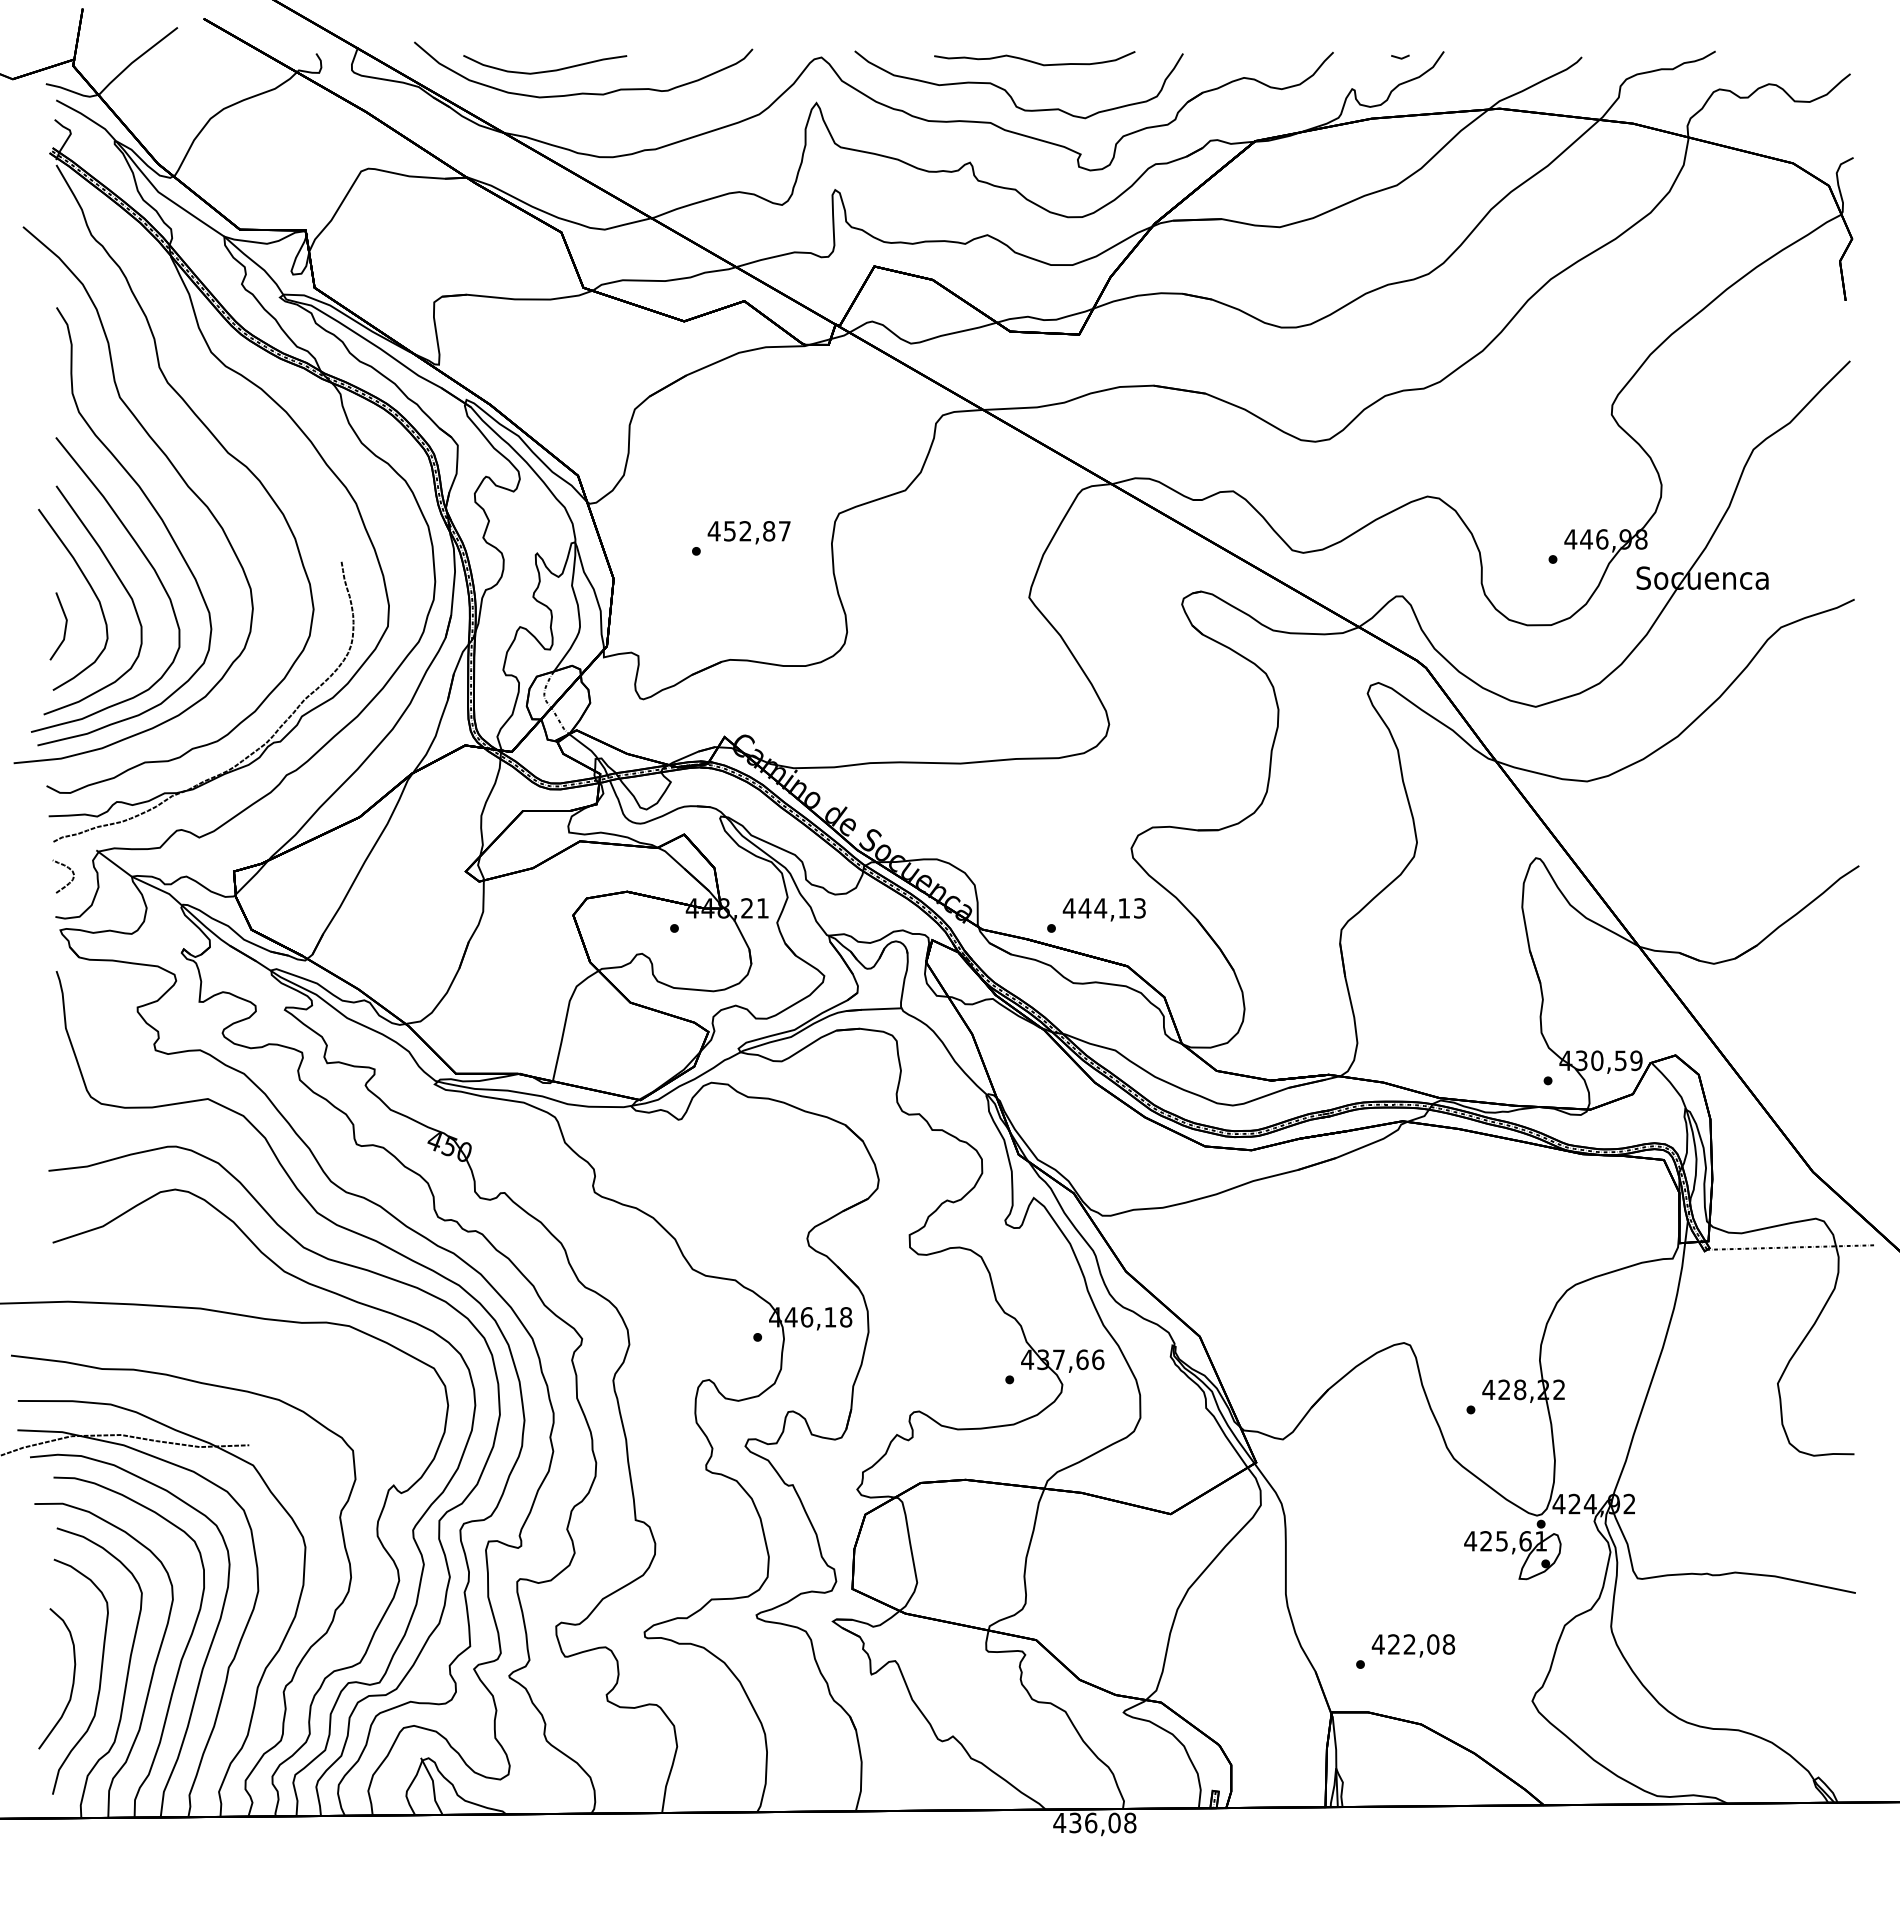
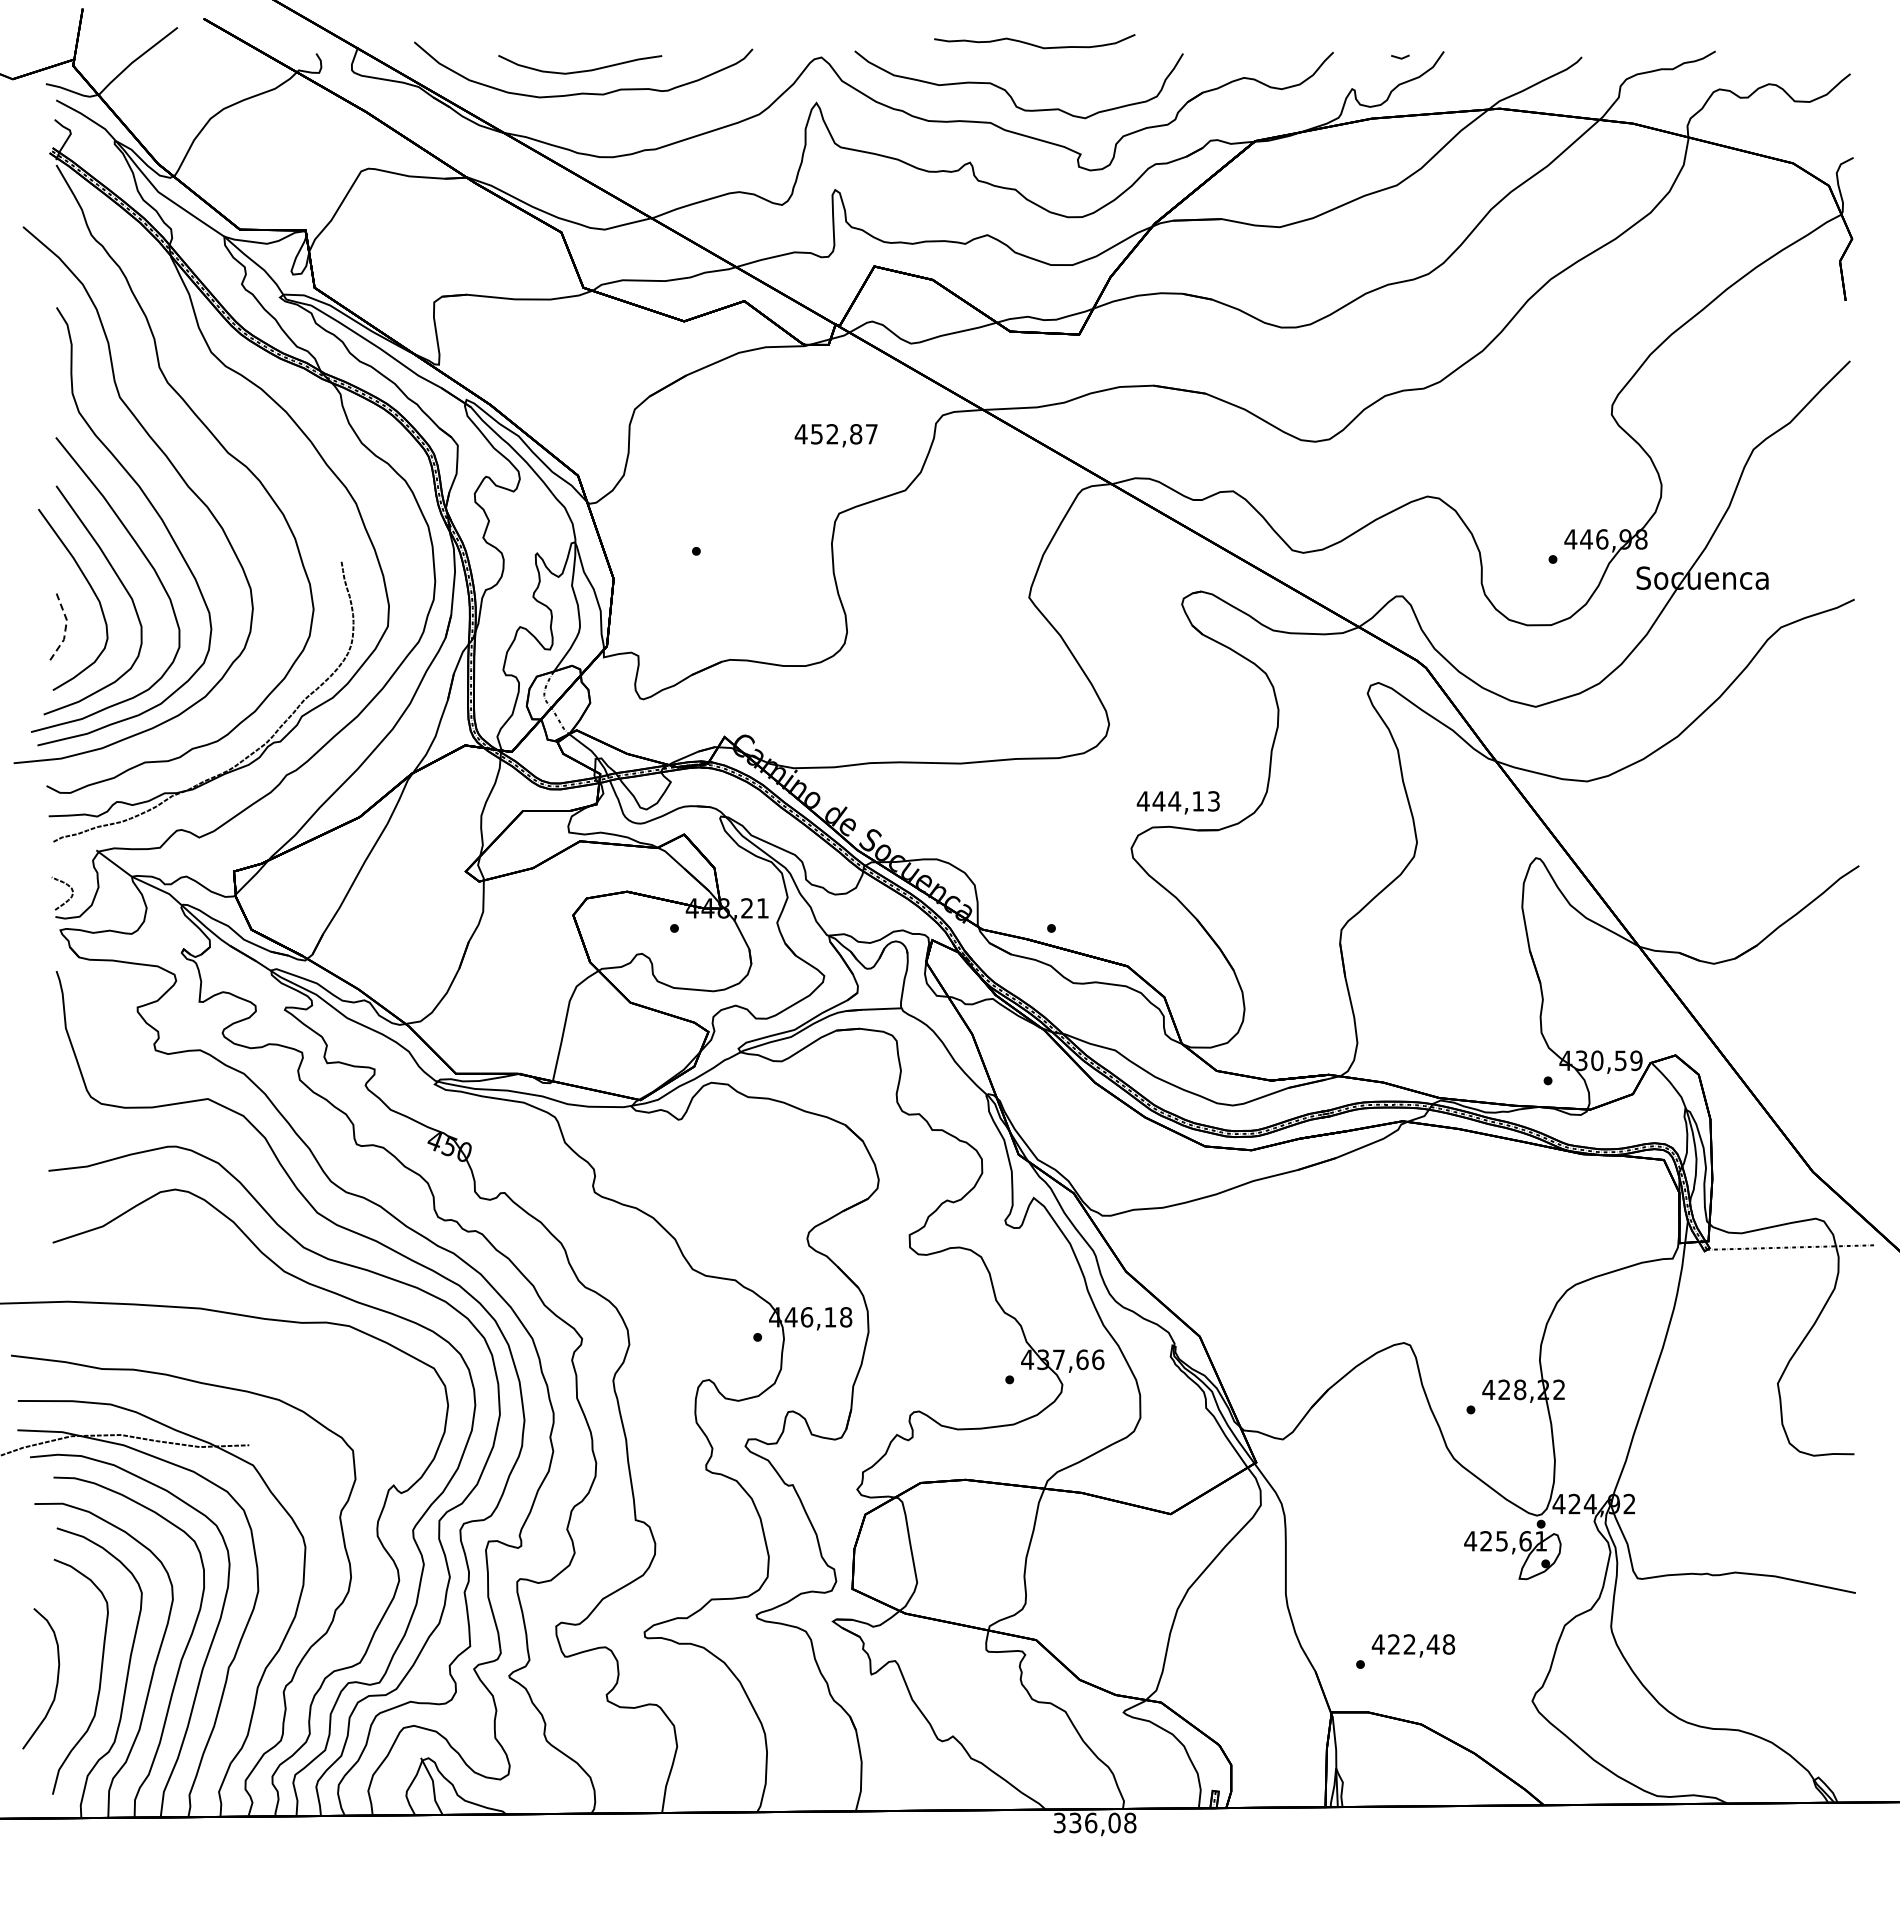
curve at (1034, 61) position: (1034, 61) -> (1034, 44)
curve at (545, 70) position: (545, 70) -> (580, 70)
text at (748, 532) position: (748, 532) -> (835, 435)
line at (65, 627): solid -> dashed
curve at (69, 881) position: (69, 881) -> (68, 898)
text at (1103, 909) position: (1103, 909) -> (1177, 802)
text at (1432, 1644): 422,08 -> 422,48
curve at (72, 1680) position: (72, 1680) -> (56, 1680)
text at (1059, 1822): 436,08 -> 336,08
